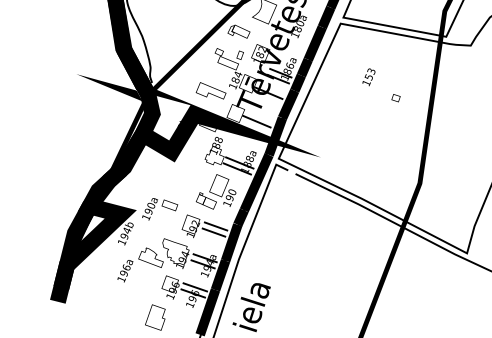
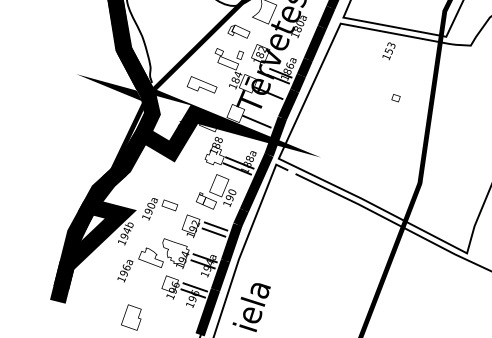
text at (368, 77) position: (368, 77) -> (388, 51)
part at (210, 90) position: (210, 90) -> (201, 84)
part at (155, 317) position: (155, 317) -> (131, 317)
